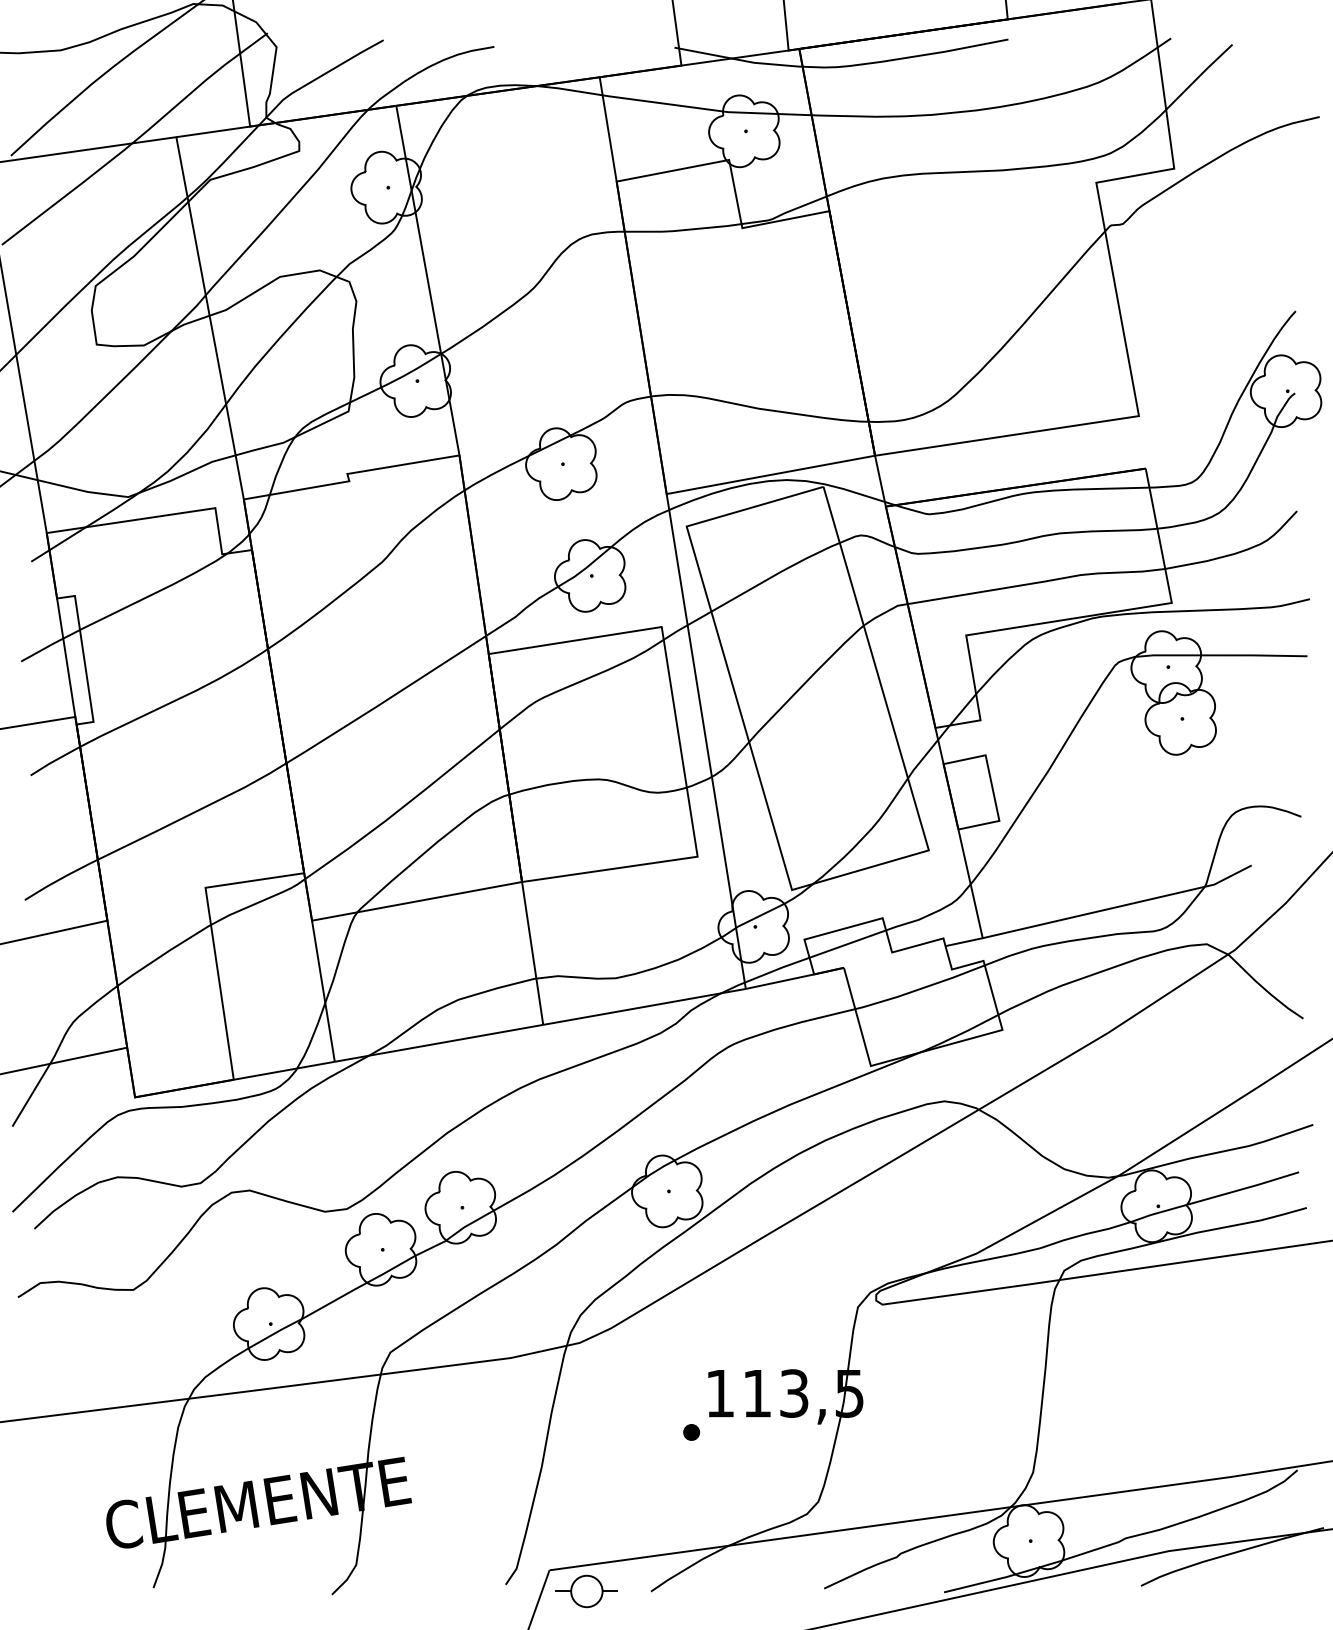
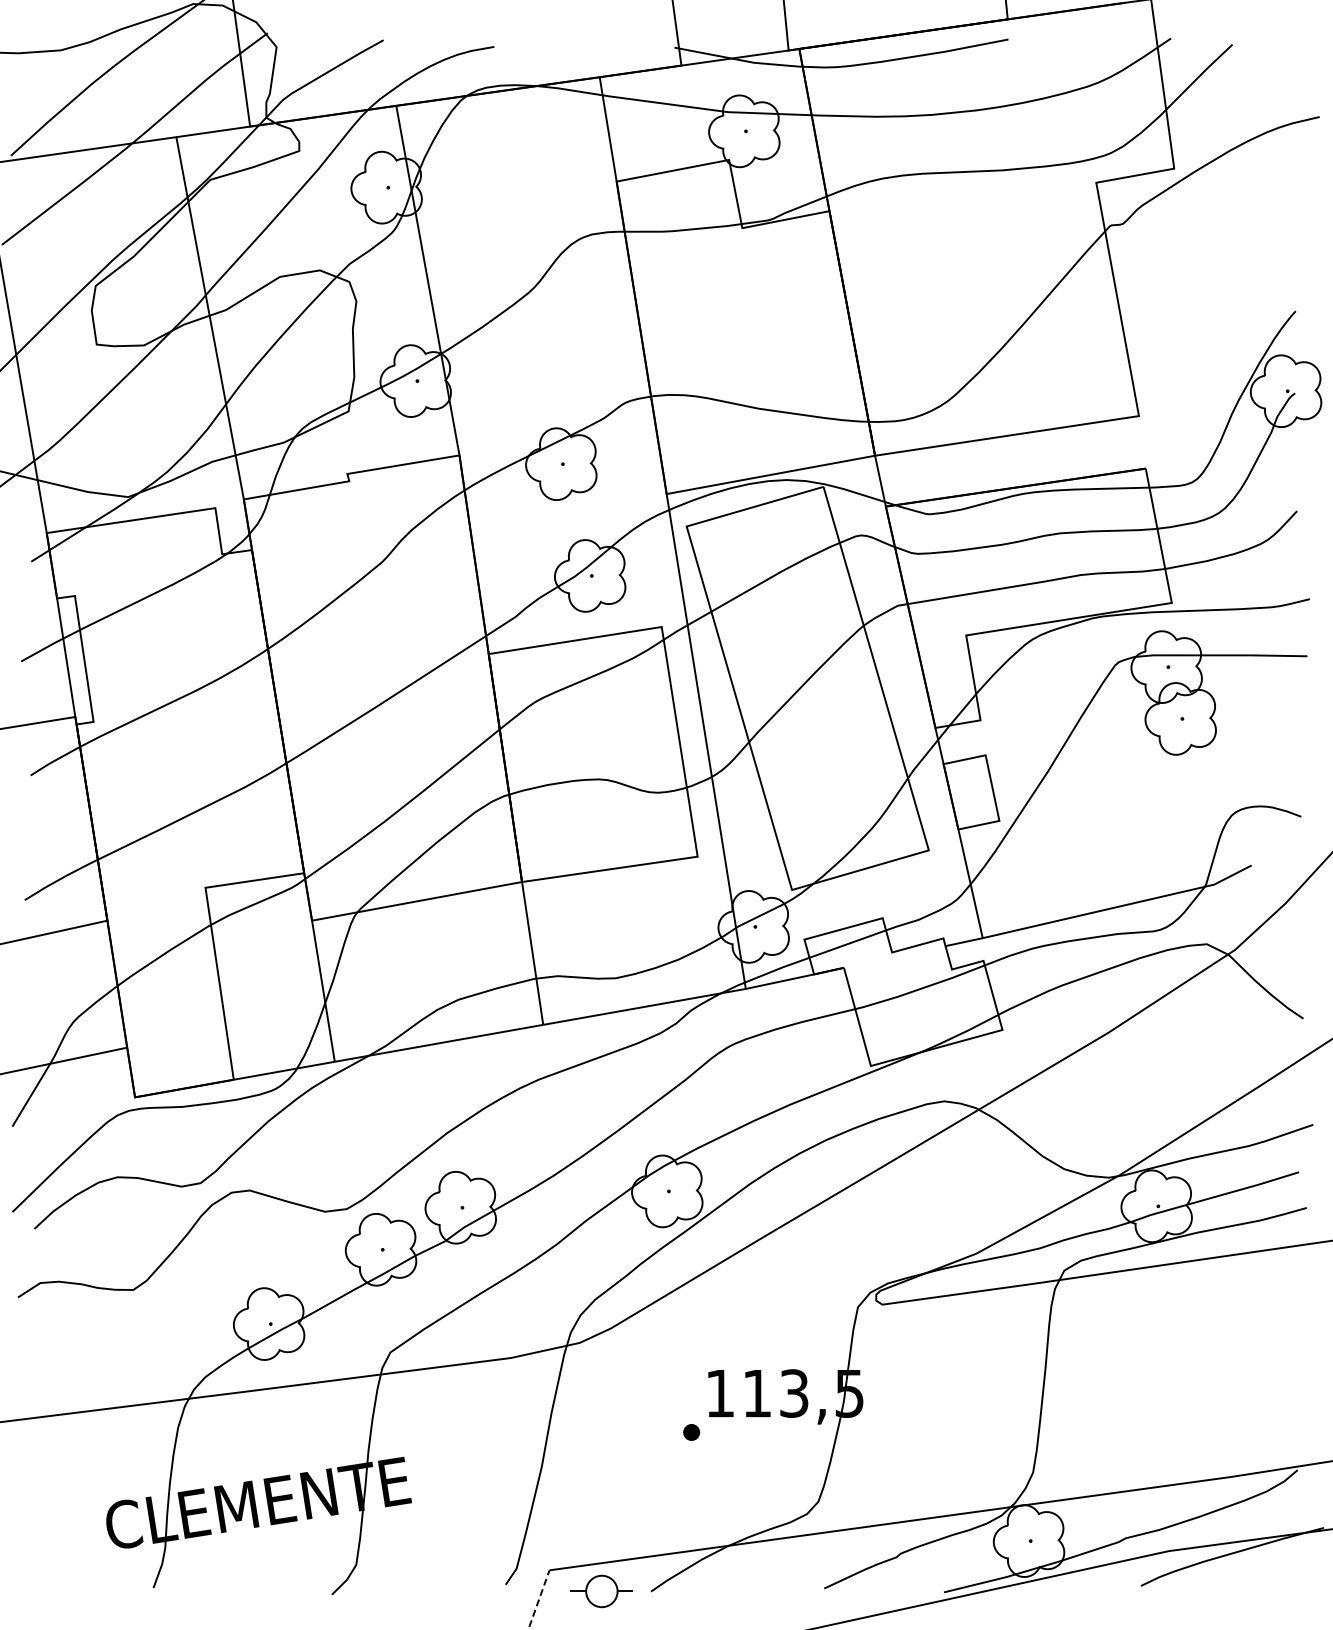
part at (586, 1591) position: (586, 1591) -> (601, 1591)
line at (539, 1599): solid -> dashed
